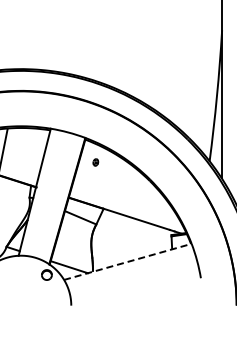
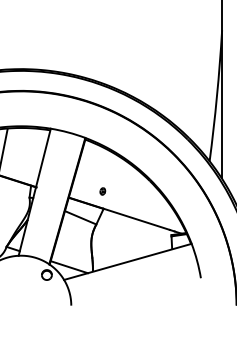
part at (95, 162) position: (95, 162) -> (102, 191)
line at (128, 261): dashed -> solid
